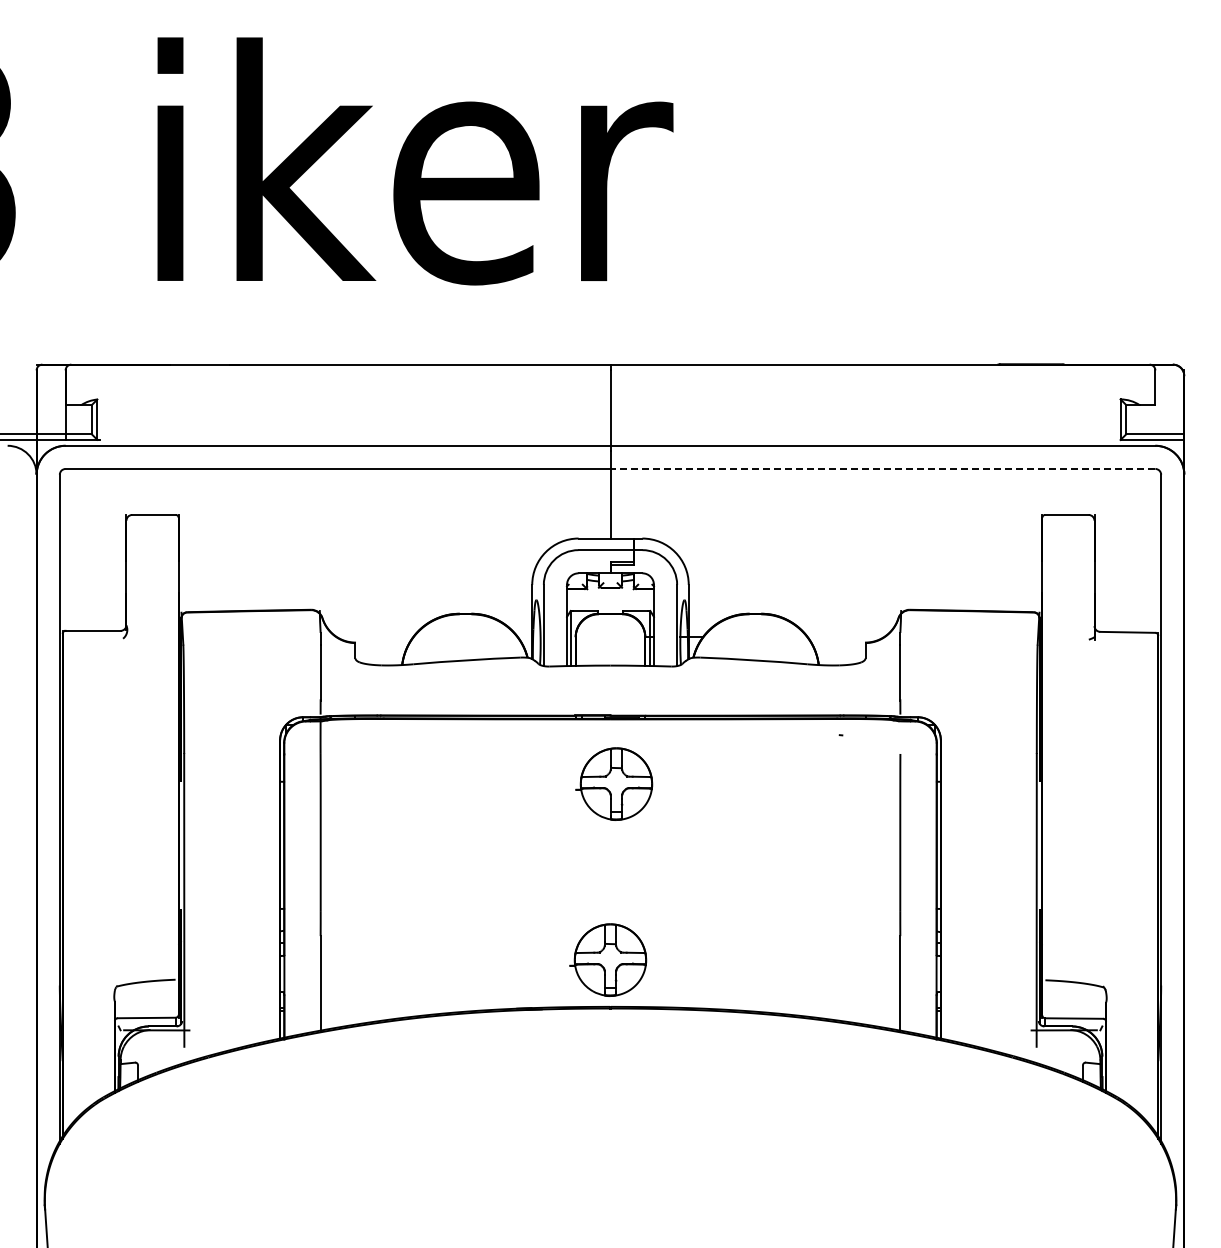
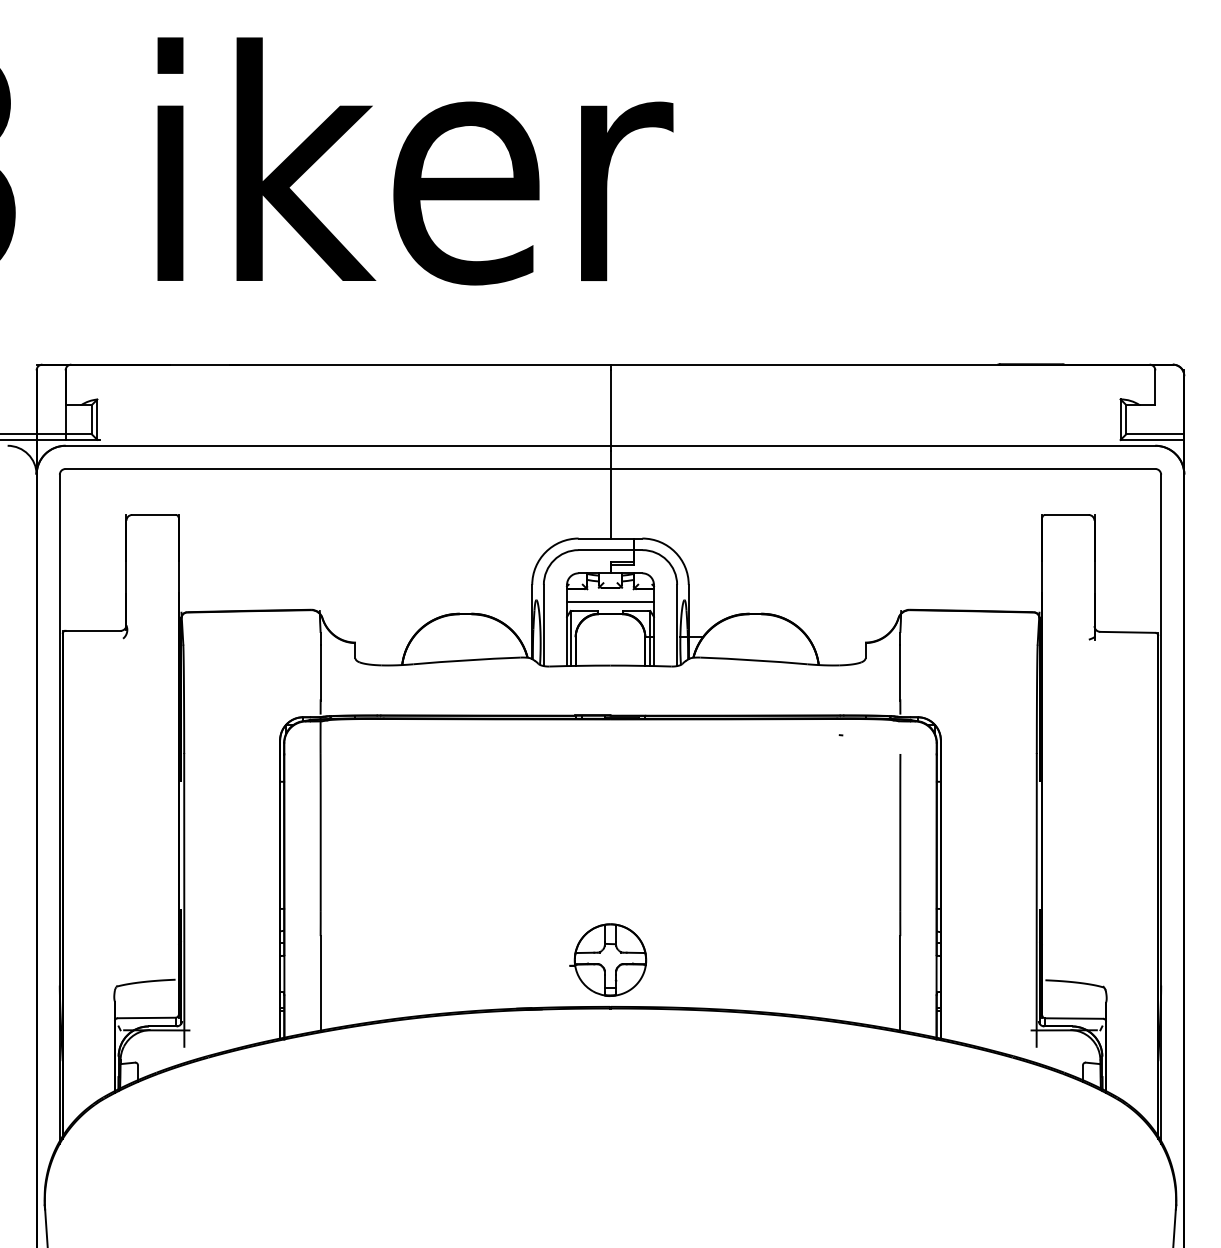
line at (882, 468): dashed -> solid
line at (610, 602): none -> present
part at (614, 783): present -> none
